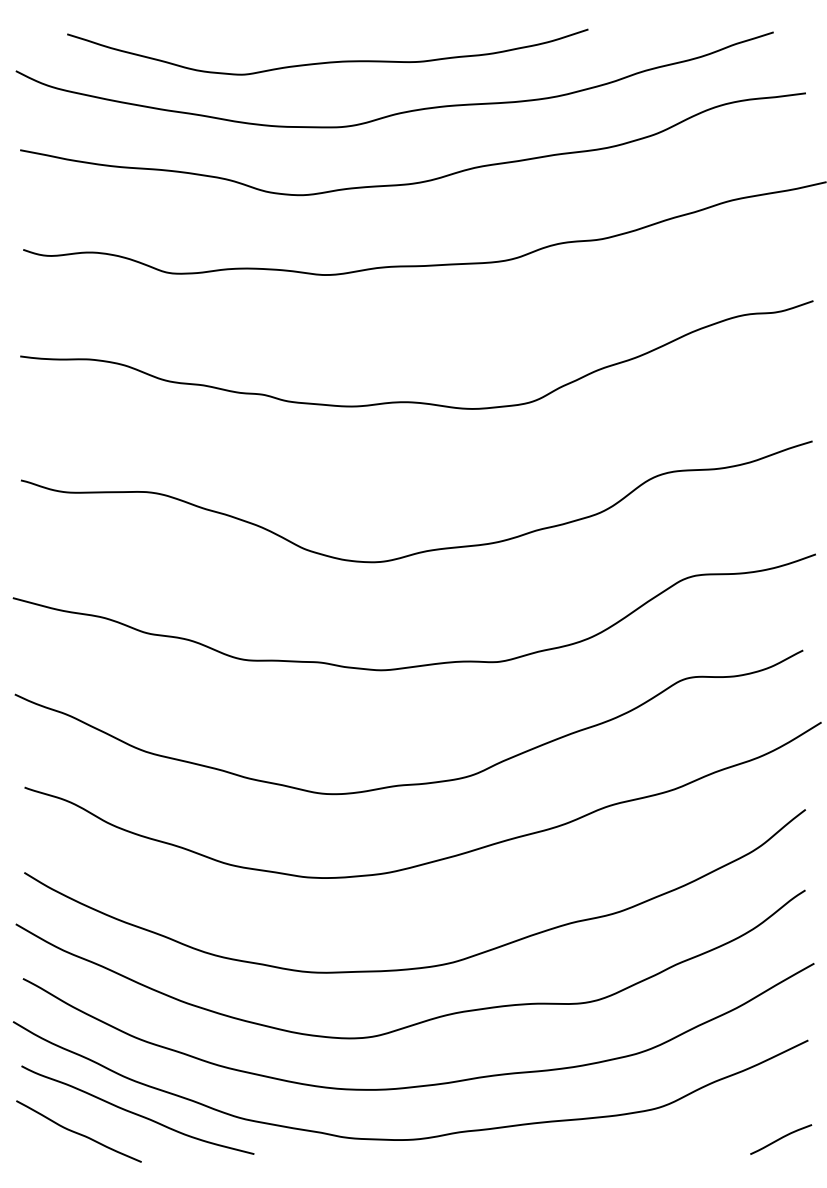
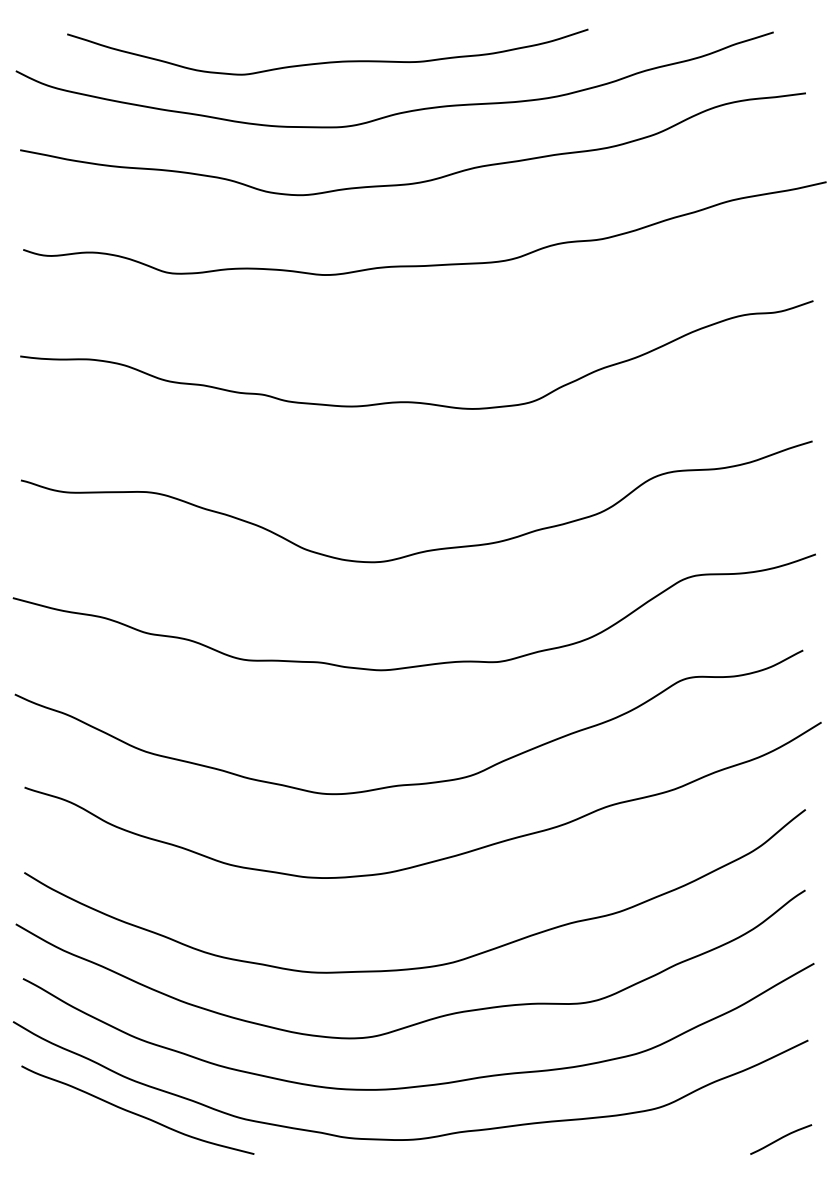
curve at (78, 1132): present -> none
